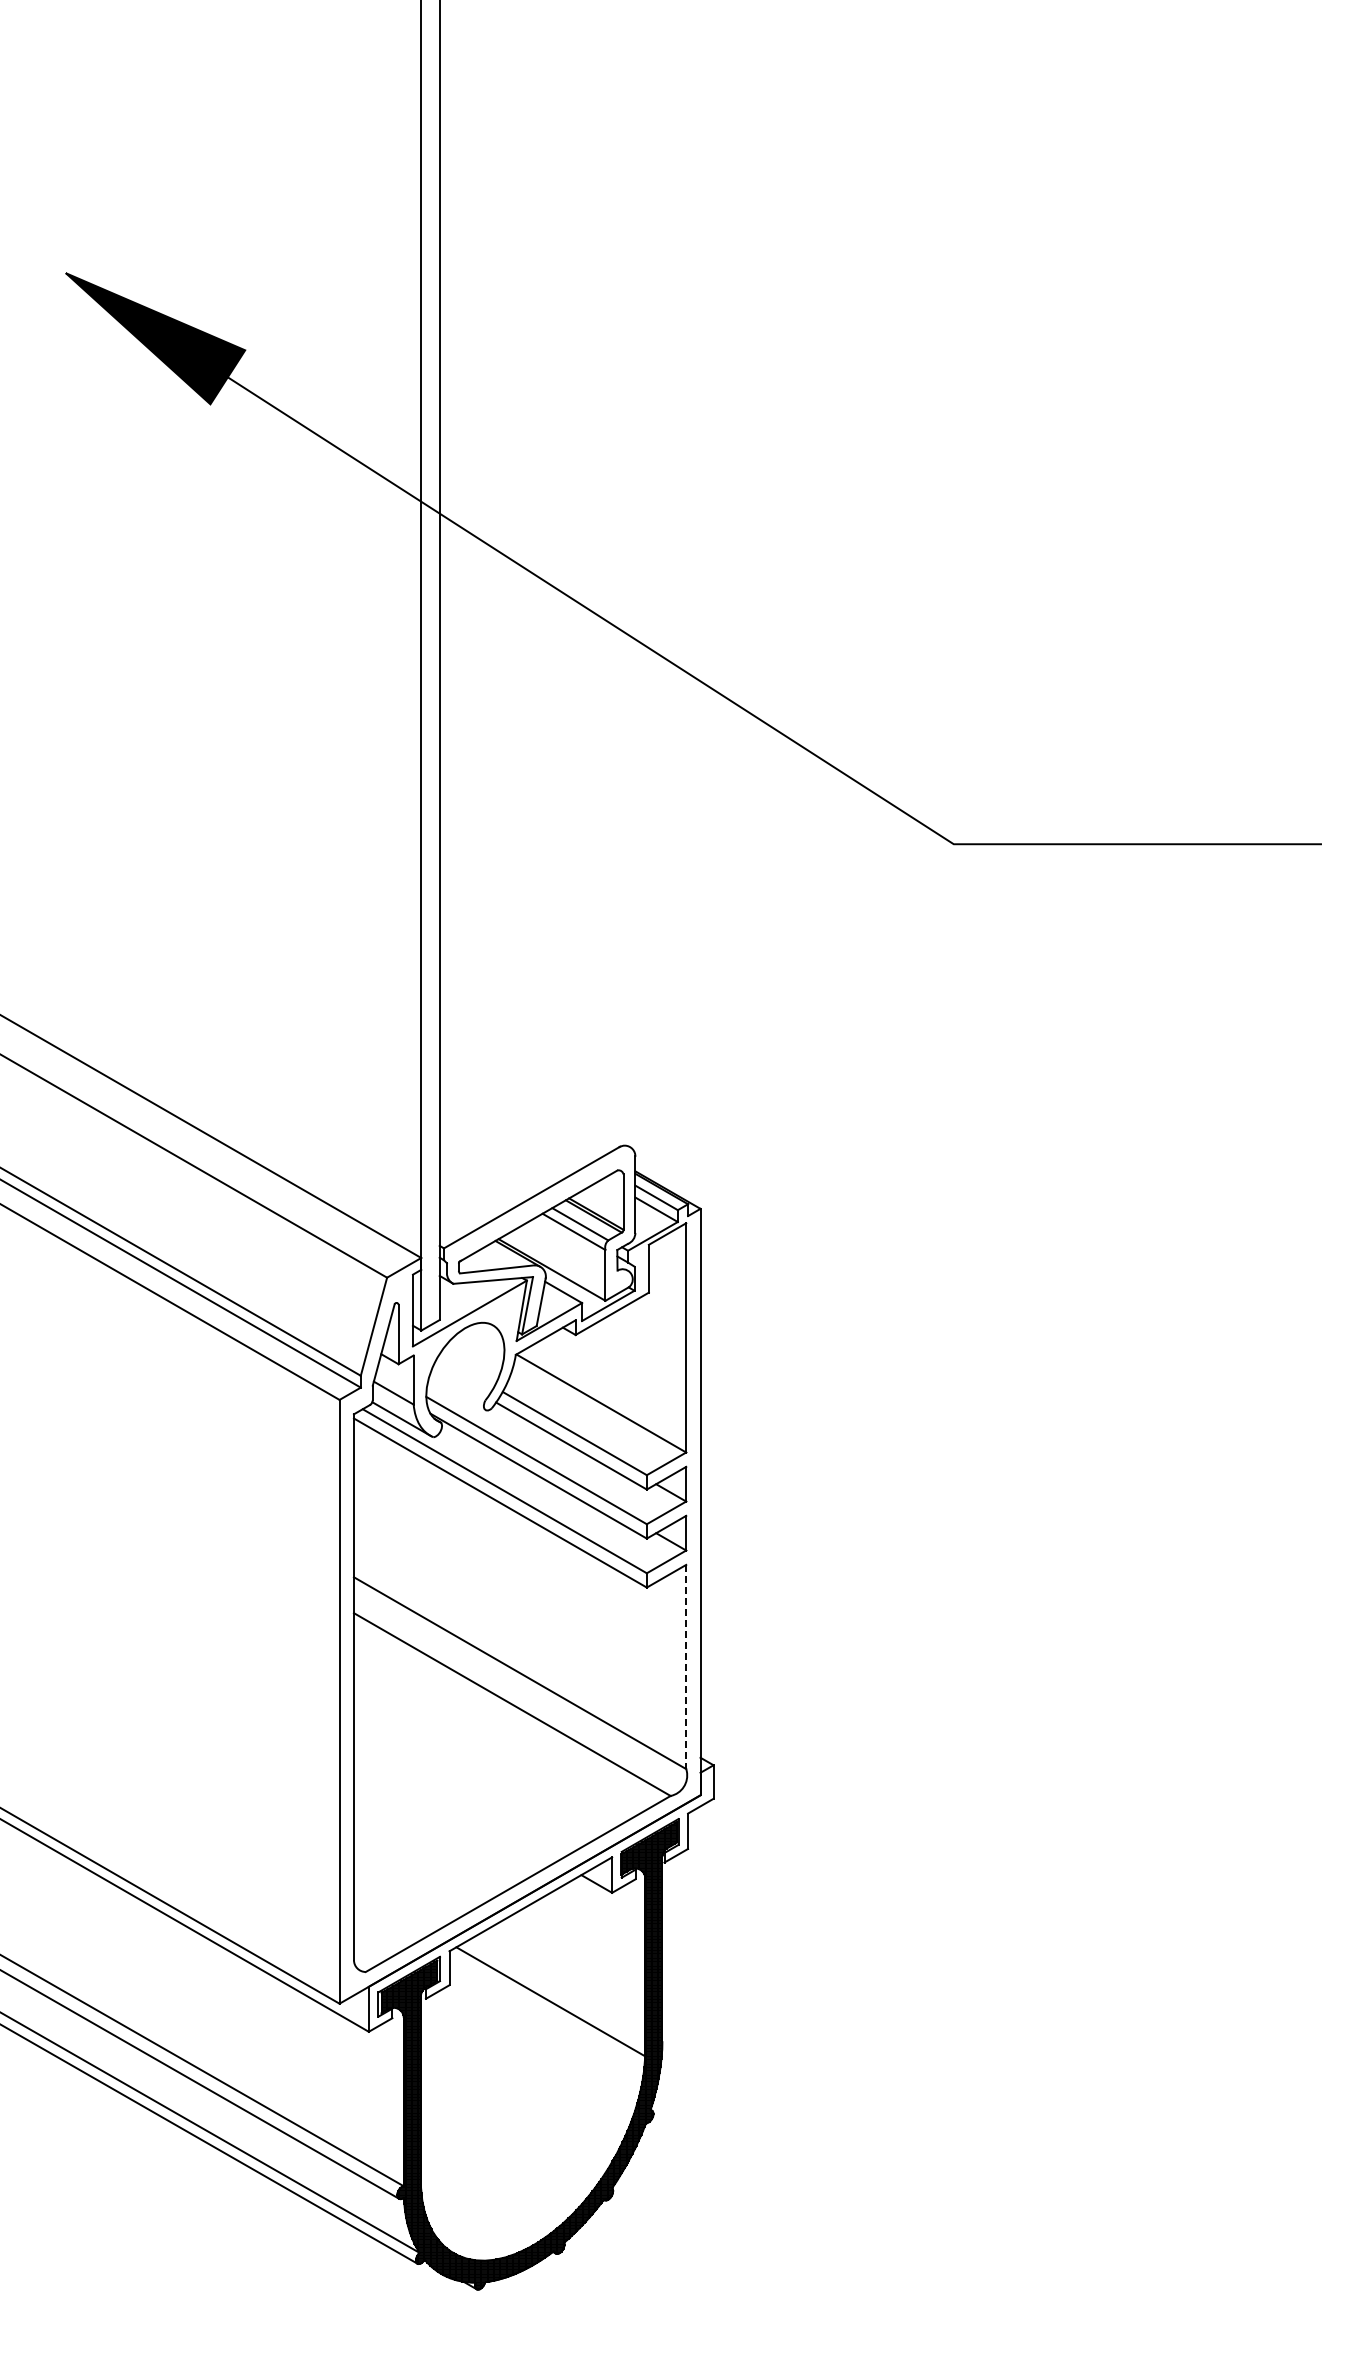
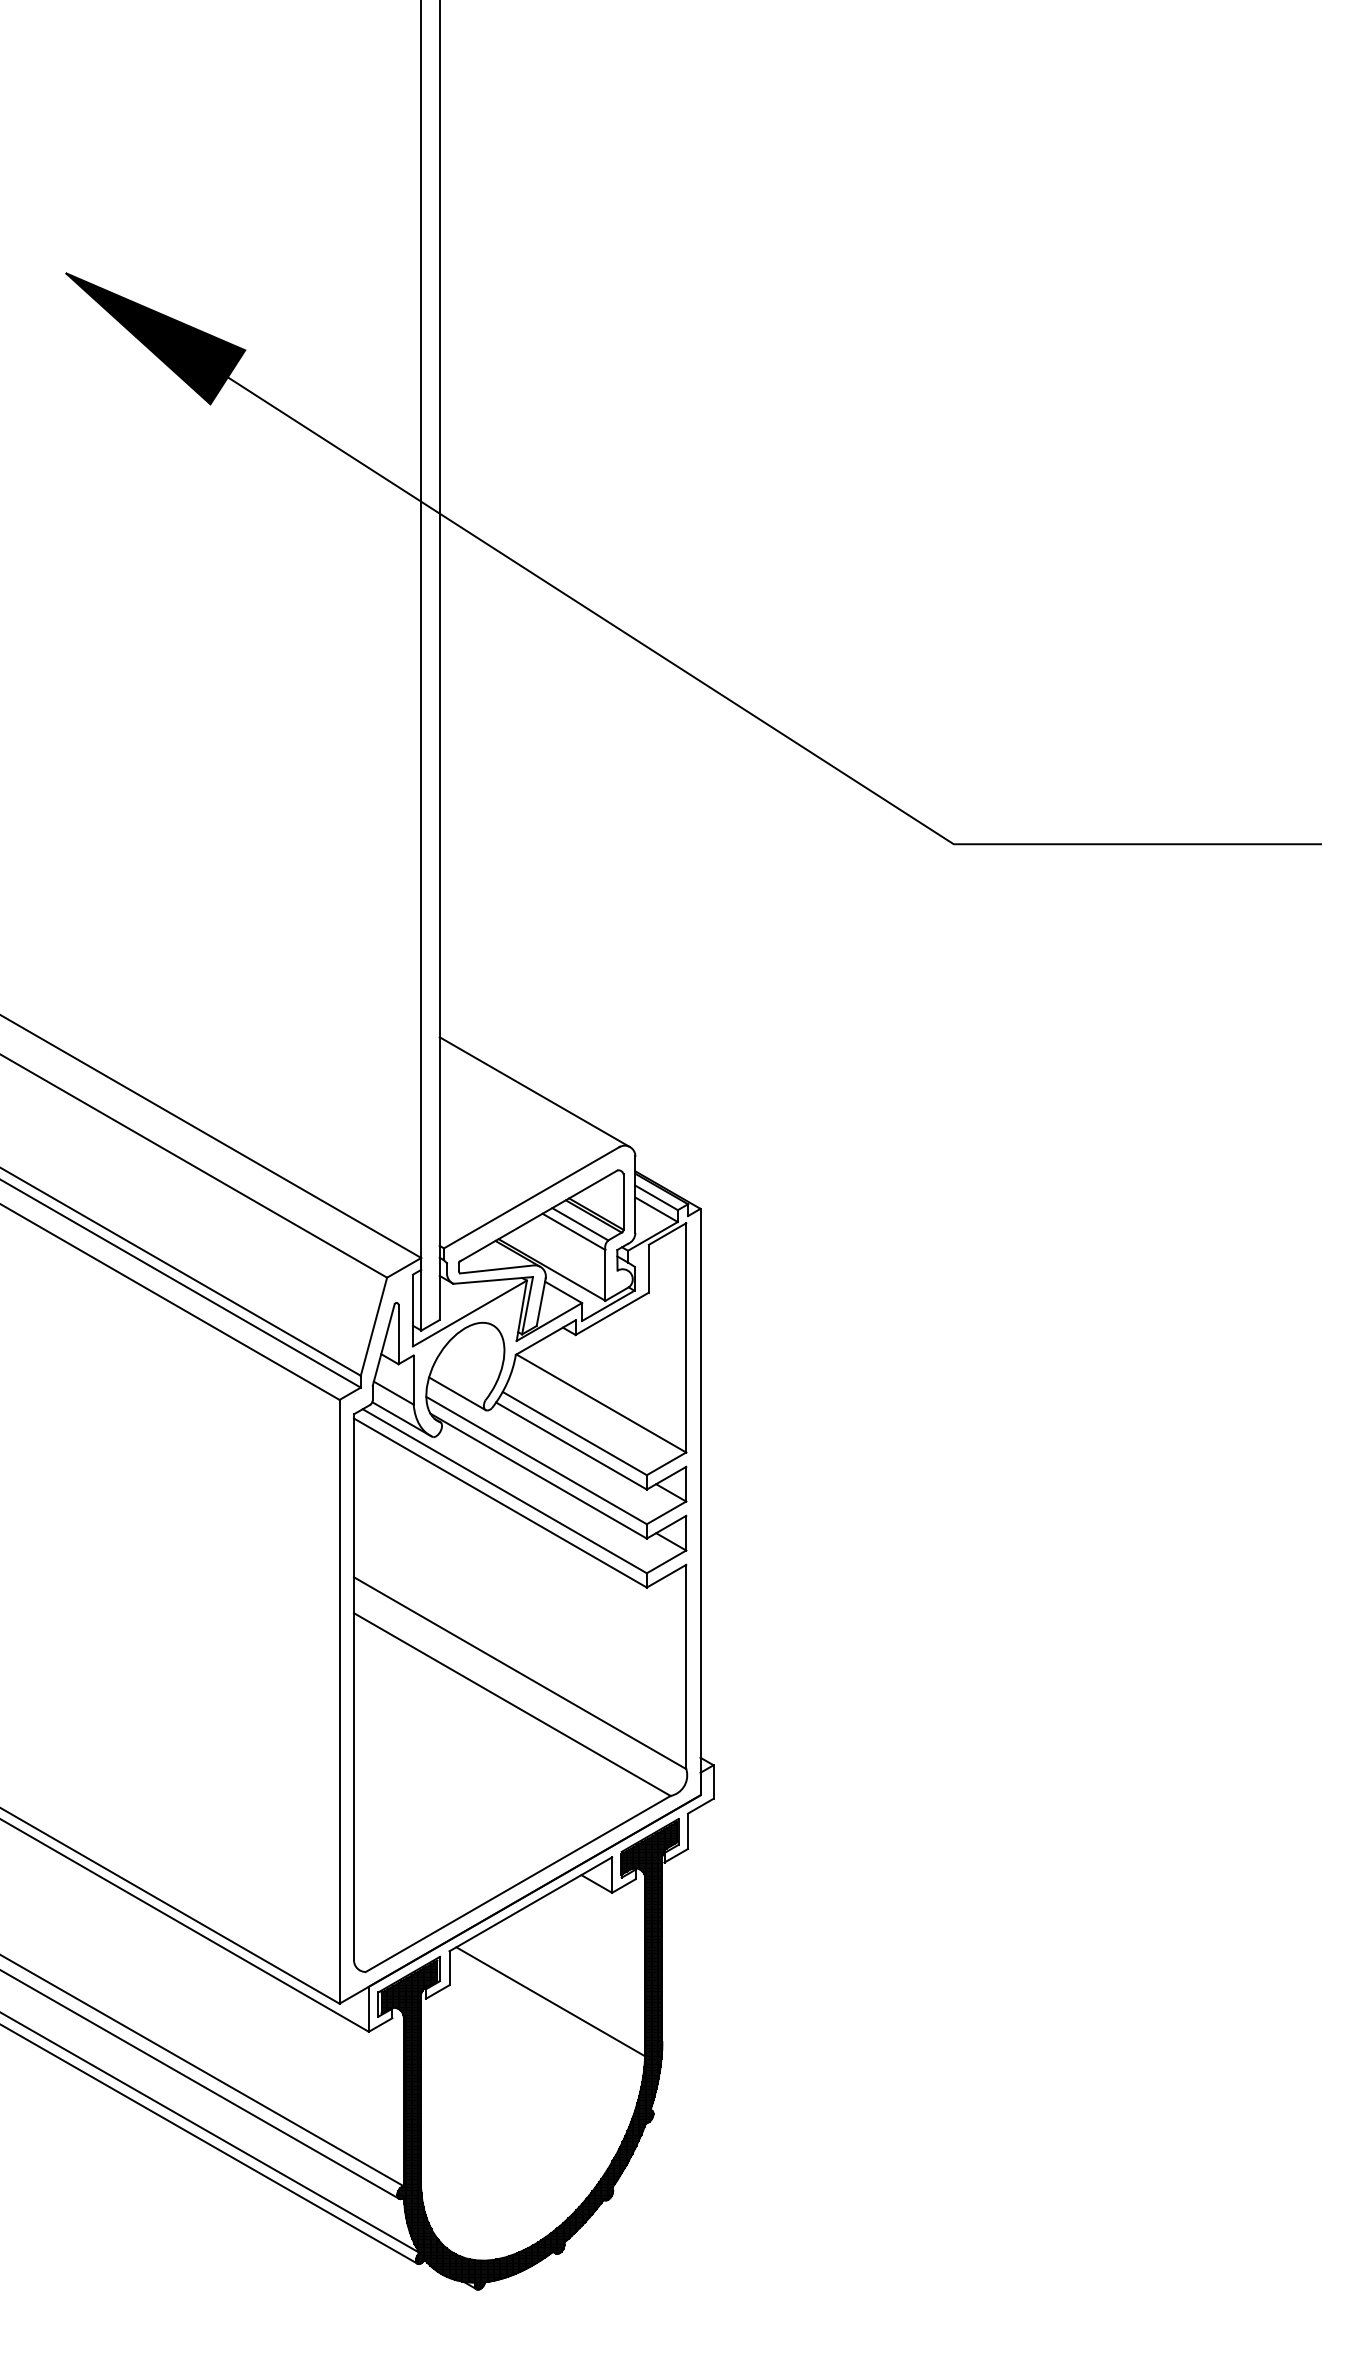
line at (534, 1091): none -> present
line at (457, 1393): none -> present
line at (686, 1667): dashed -> solid
